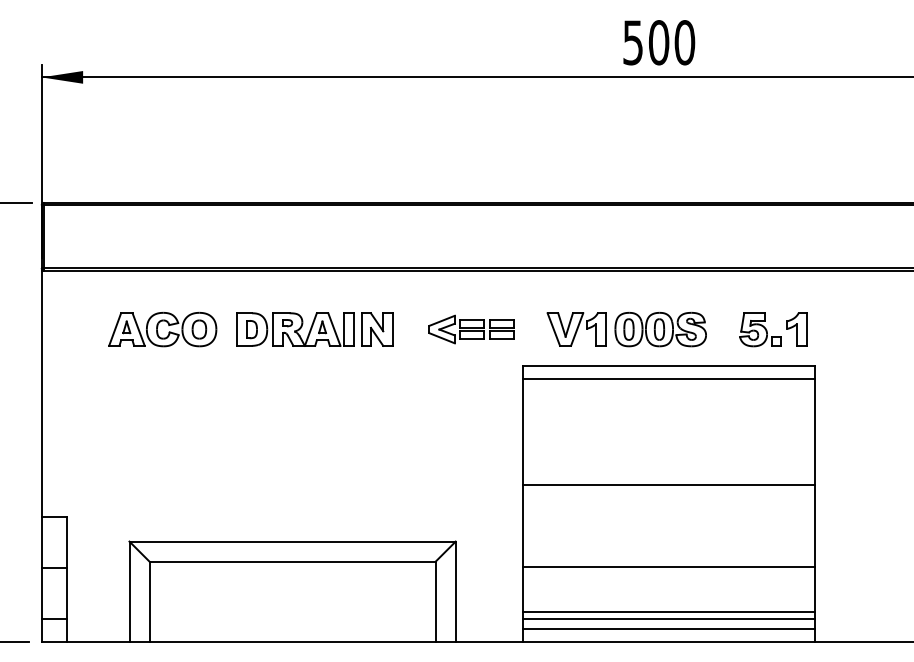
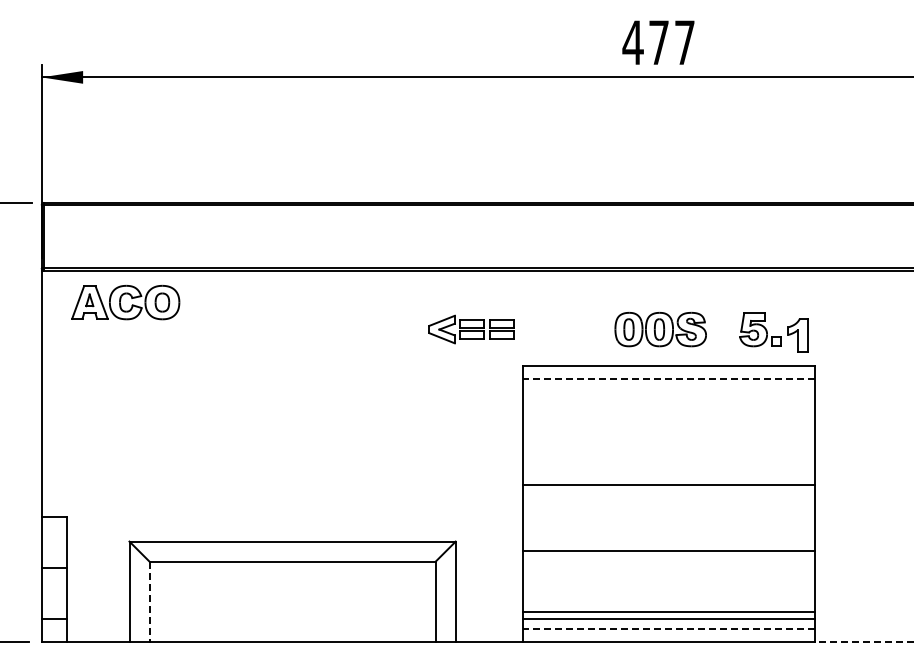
text at (658, 42): 500 -> 477
part at (162, 329) position: (162, 329) -> (125, 302)
part at (314, 329): present -> none
part at (576, 329): present -> none
part at (796, 329) position: (796, 329) -> (797, 335)
line at (669, 378): solid -> dashed
line at (668, 566) position: (668, 566) -> (668, 550)
line at (149, 602): solid -> dashed
line at (669, 629): solid -> dashed
line at (864, 641): solid -> dashed
